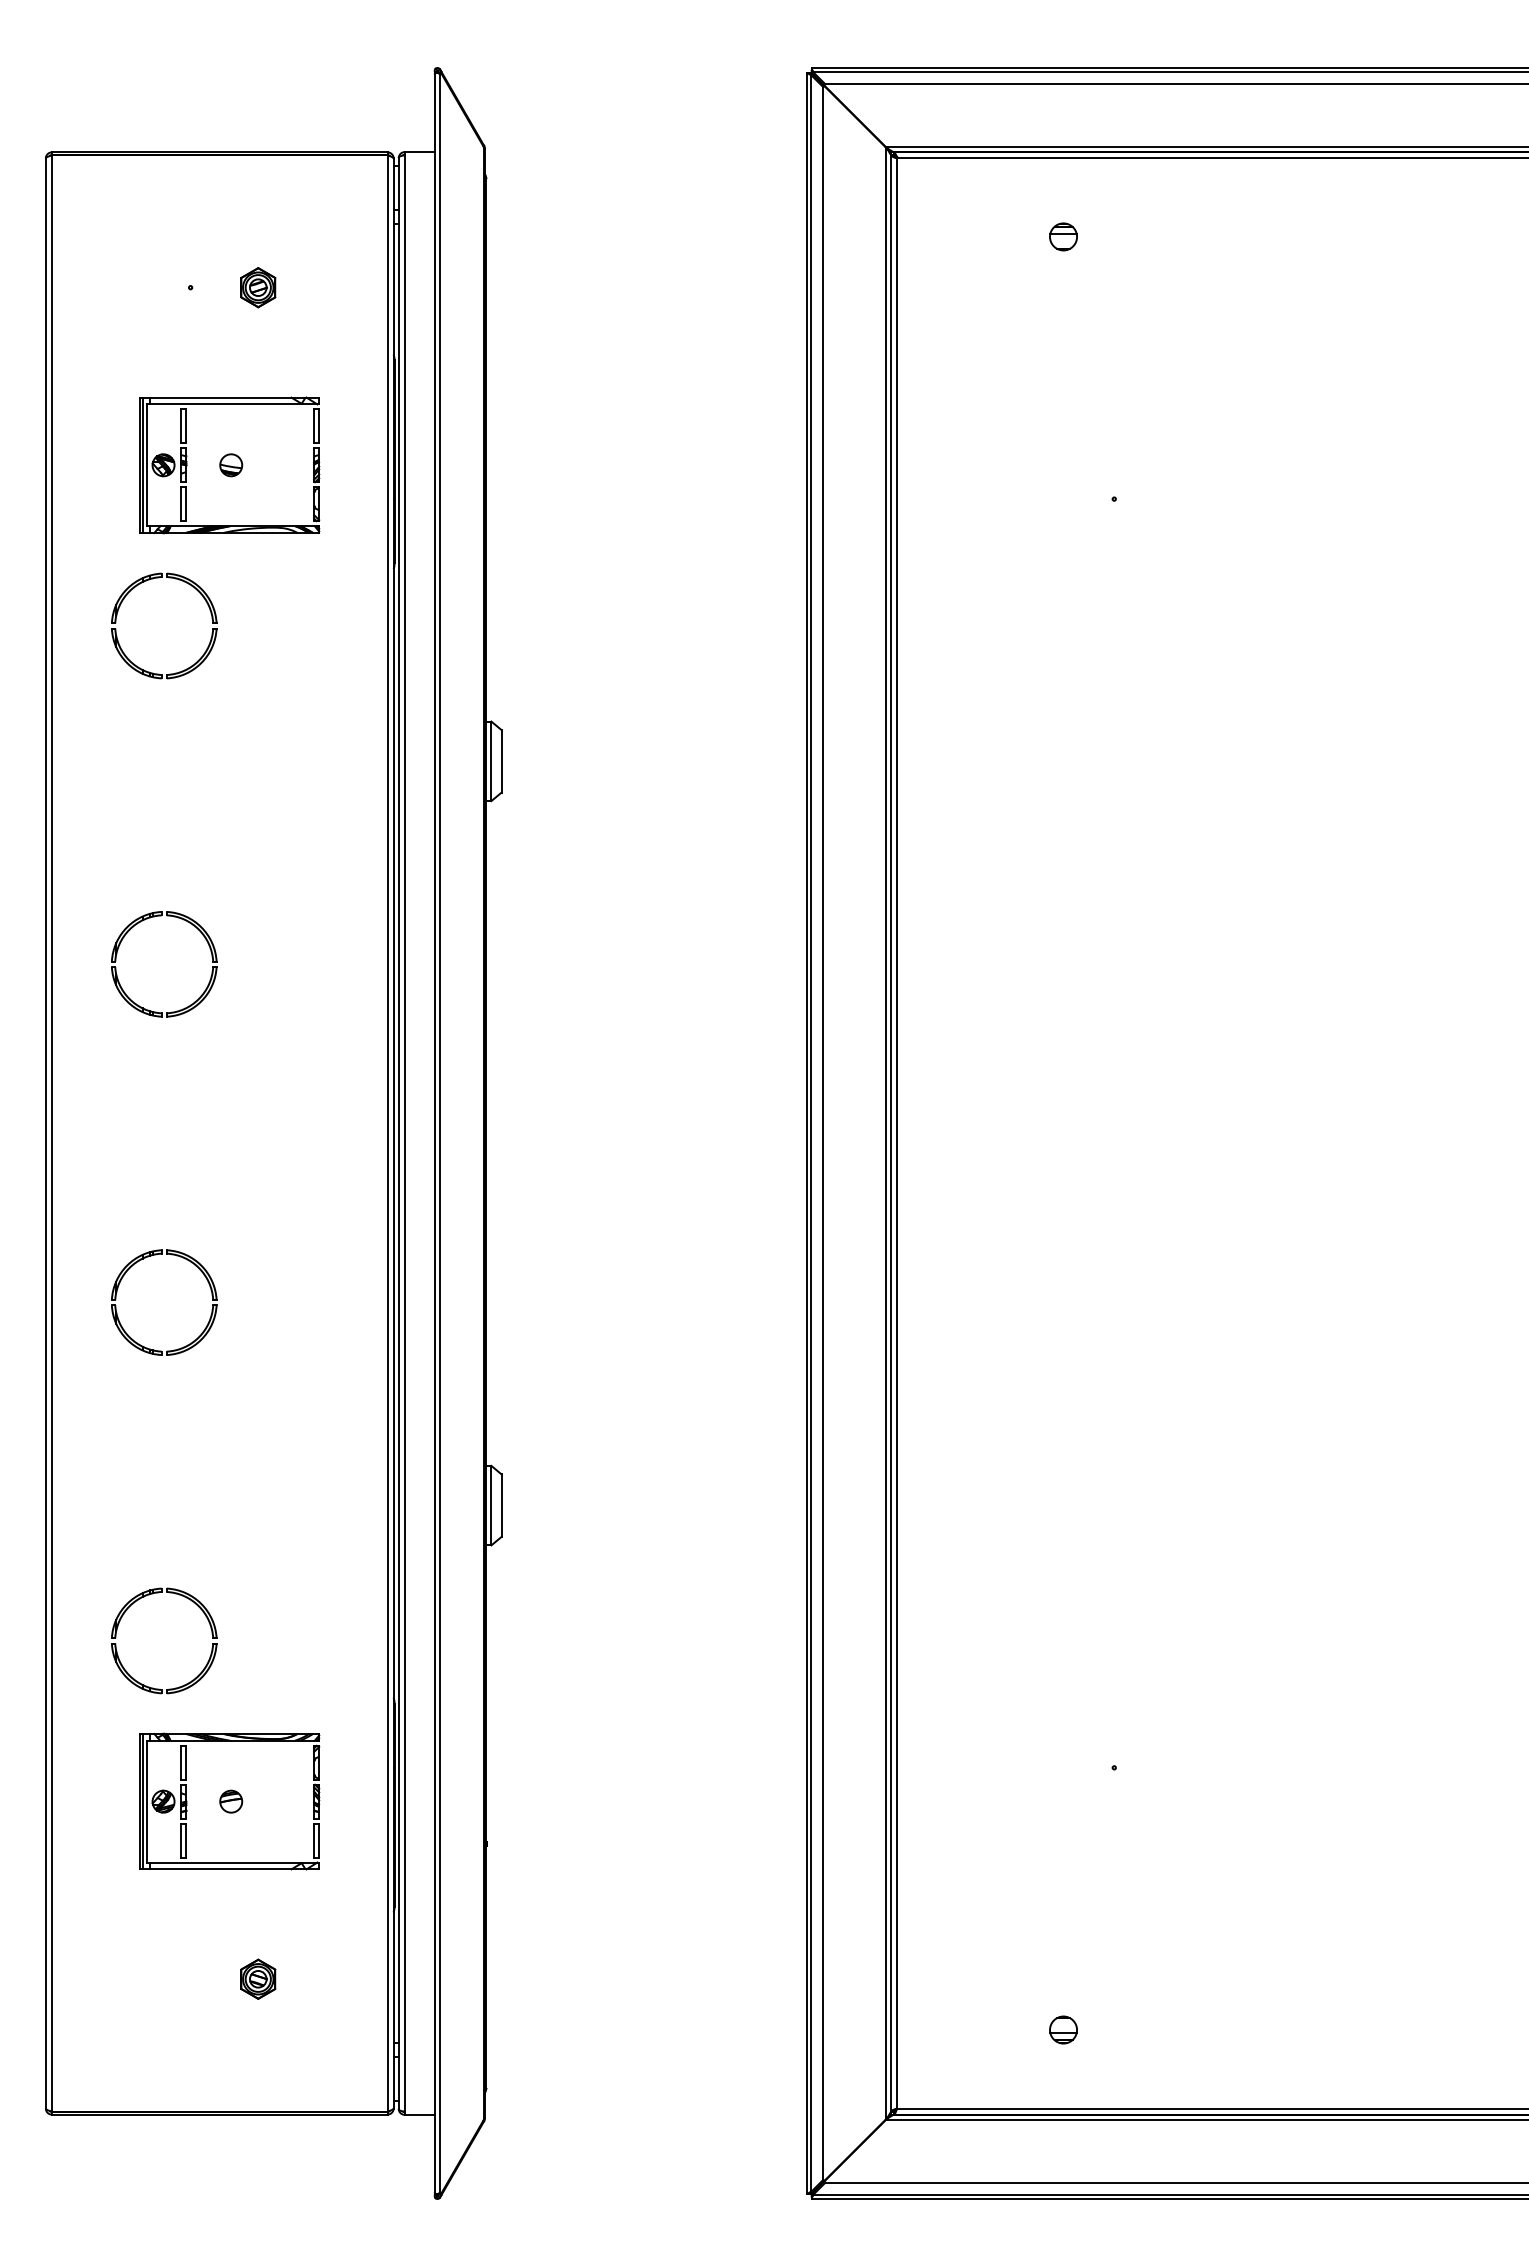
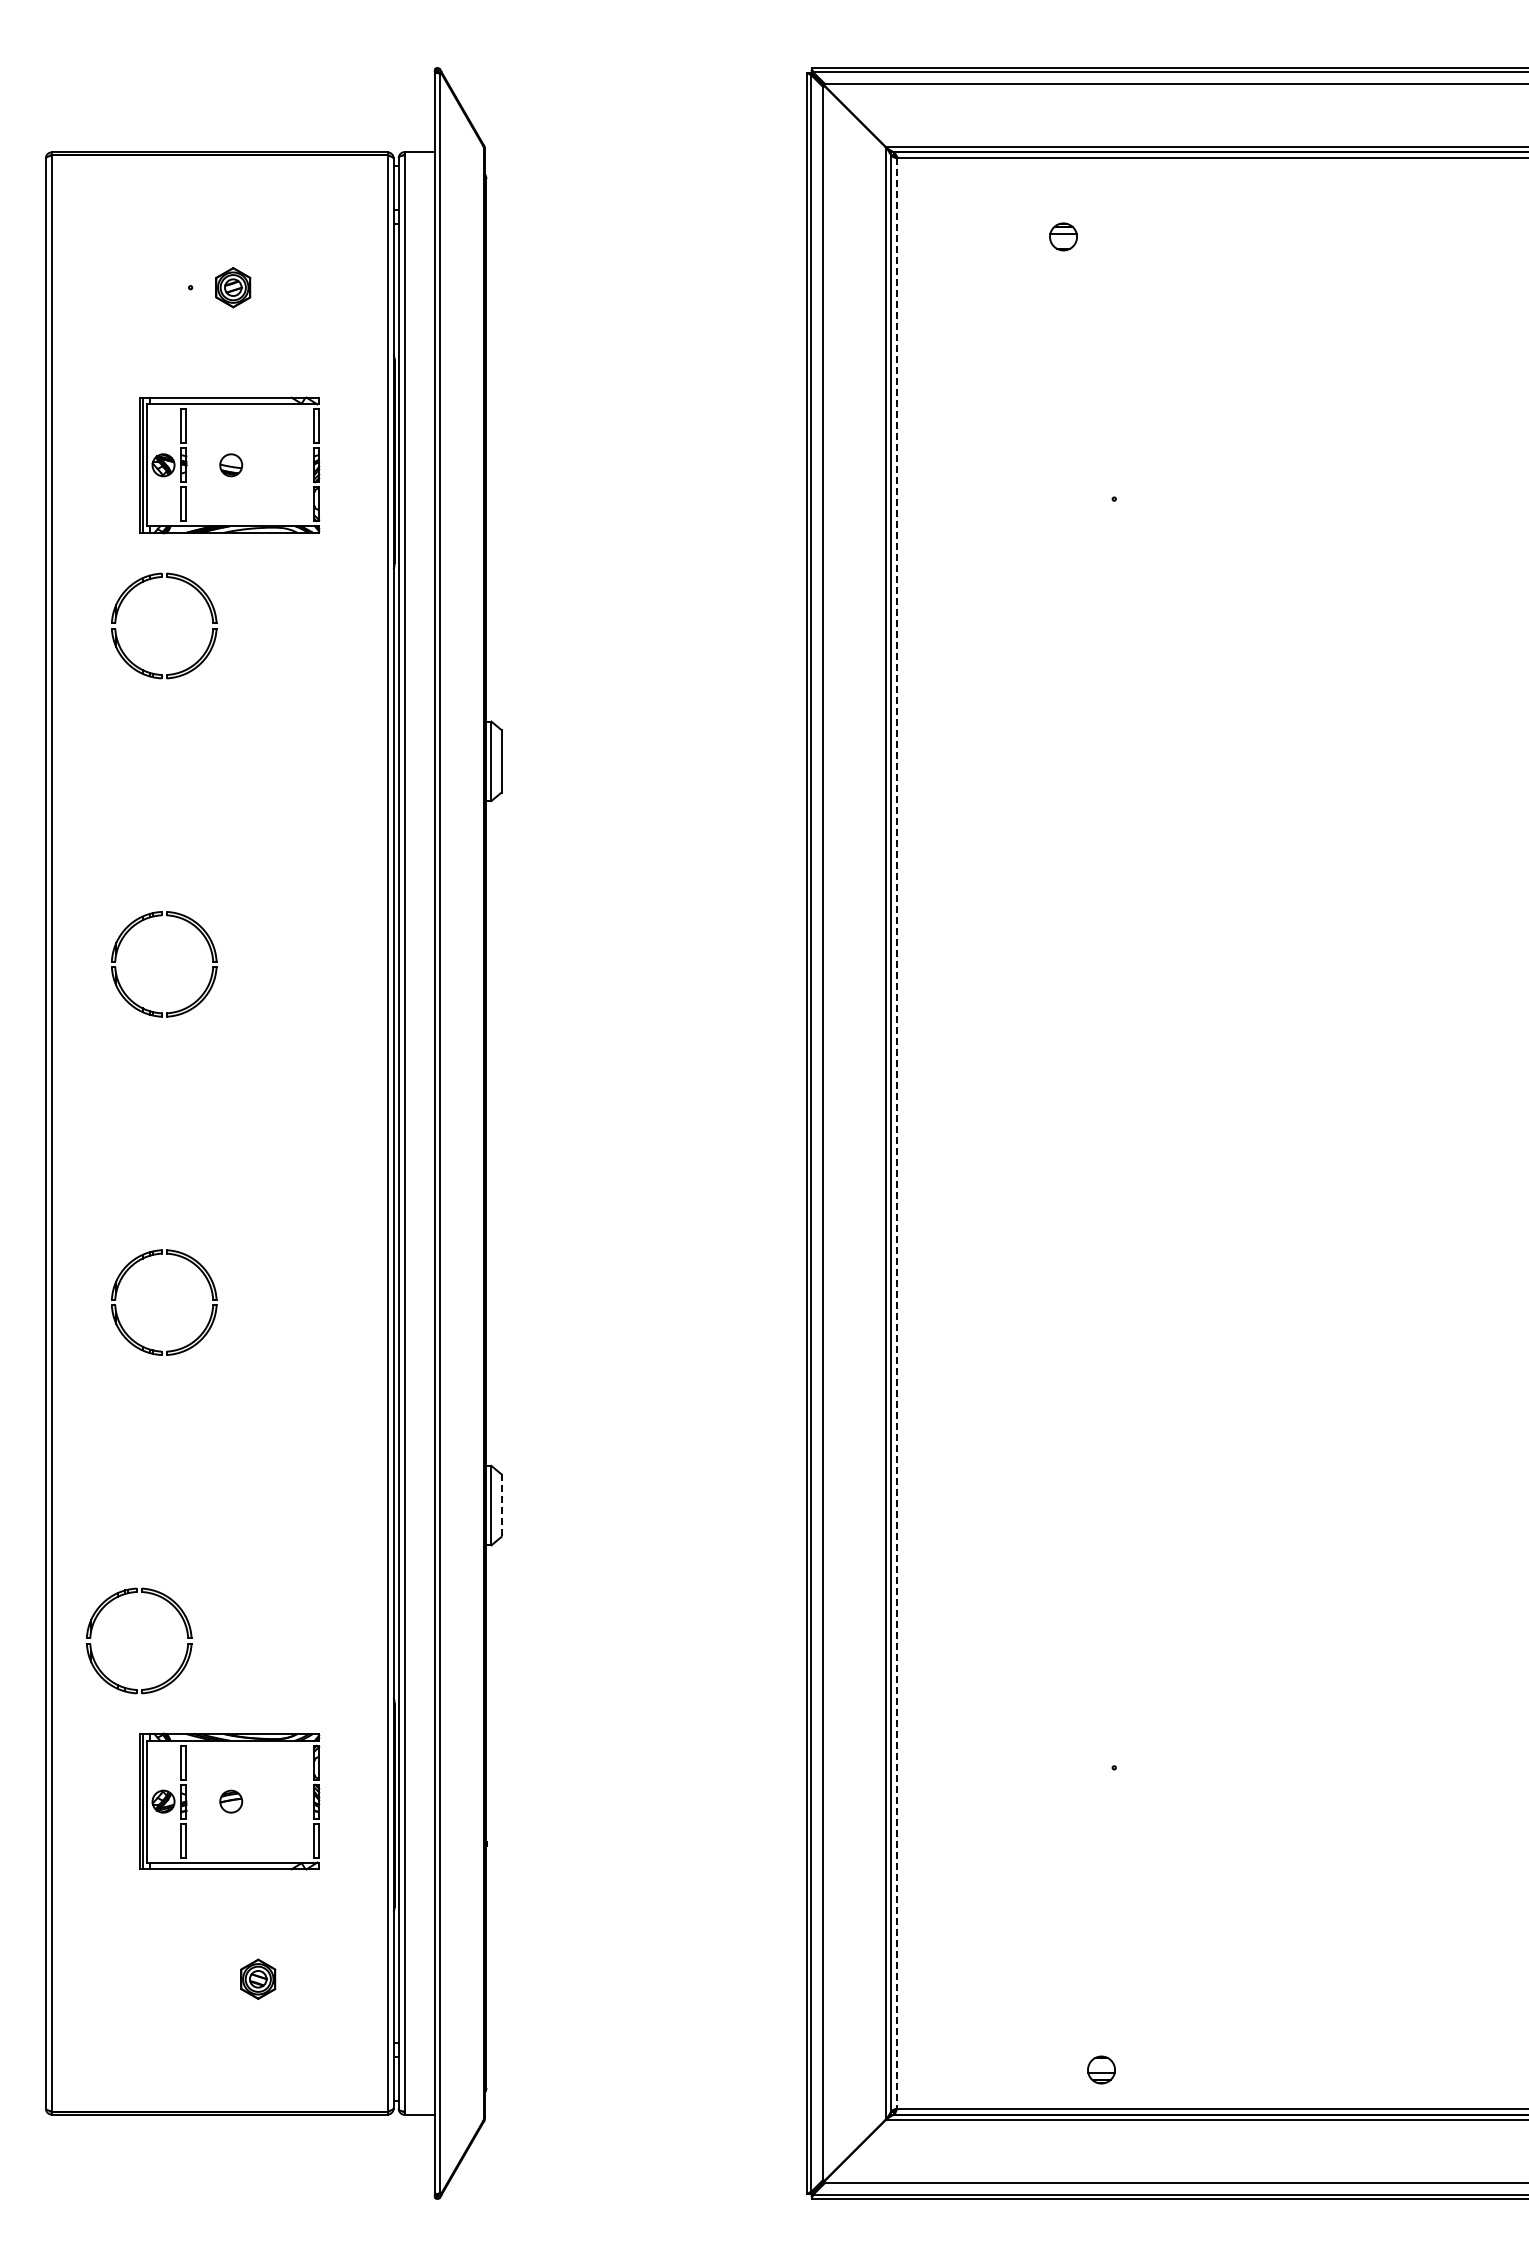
part at (258, 287) position: (258, 287) -> (233, 287)
line at (897, 1134): solid -> dashed
line at (501, 1506): solid -> dashed
part at (192, 1602) position: (192, 1602) -> (167, 1602)
part at (1063, 2029) position: (1063, 2029) -> (1101, 2069)
